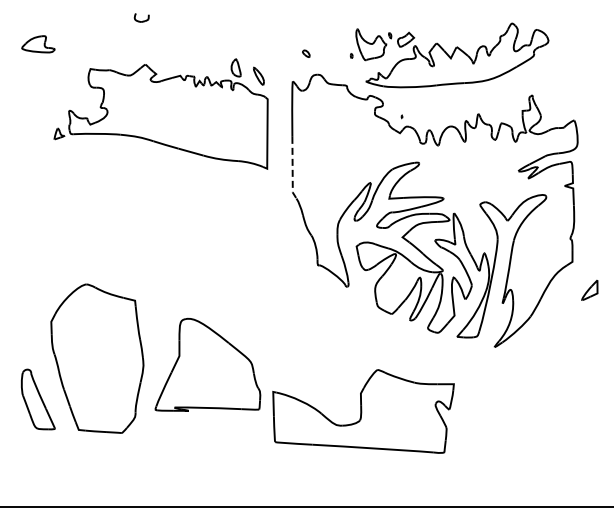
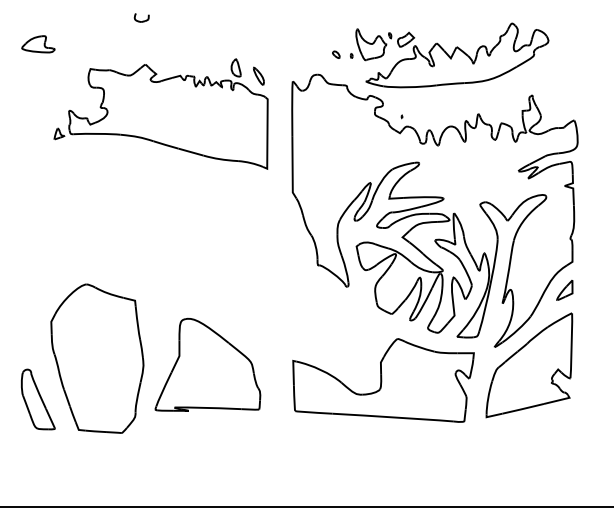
part at (306, 53) position: (306, 53) -> (336, 54)
line at (292, 169): dashed -> solid
part at (589, 289) position: (589, 289) -> (564, 289)
part at (529, 365): none -> present
part at (363, 411) position: (363, 411) -> (383, 380)
